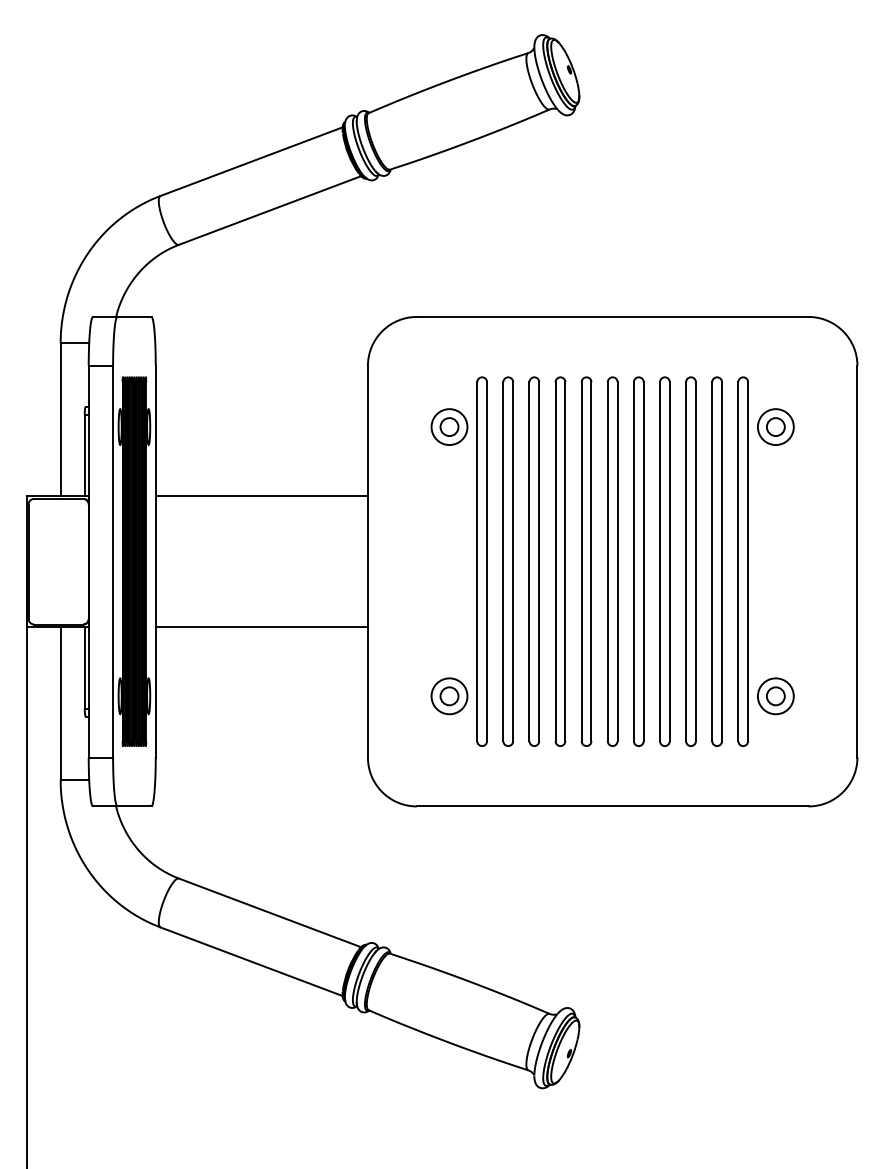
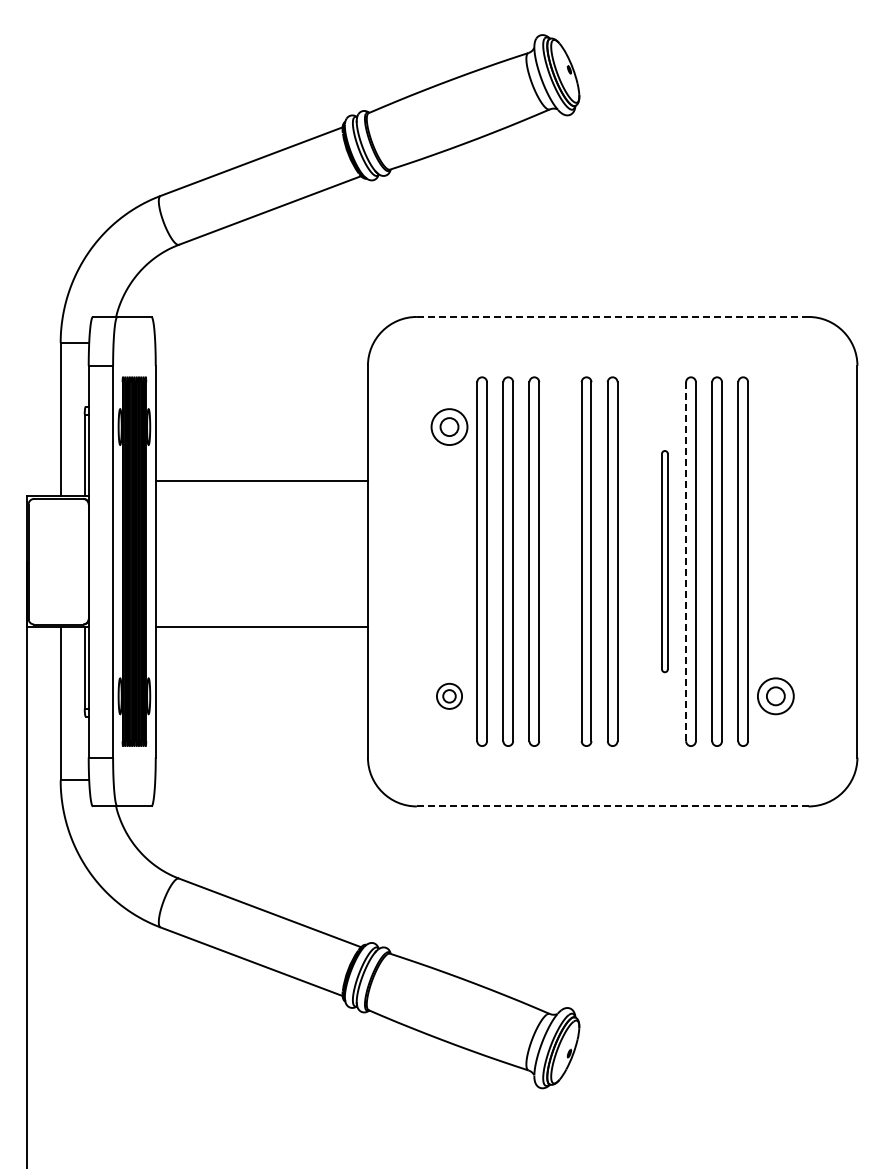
line at (612, 316): solid -> dashed
part at (775, 426): present -> none
line at (261, 496) position: (261, 496) -> (261, 481)
part at (560, 561): present -> none
part at (638, 561): present -> none
part at (664, 561) size: 12x371 px -> 8x224 px
line at (686, 562): solid -> dashed
part at (449, 696) size: 39x39 px -> 27x28 px
line at (612, 806): solid -> dashed
